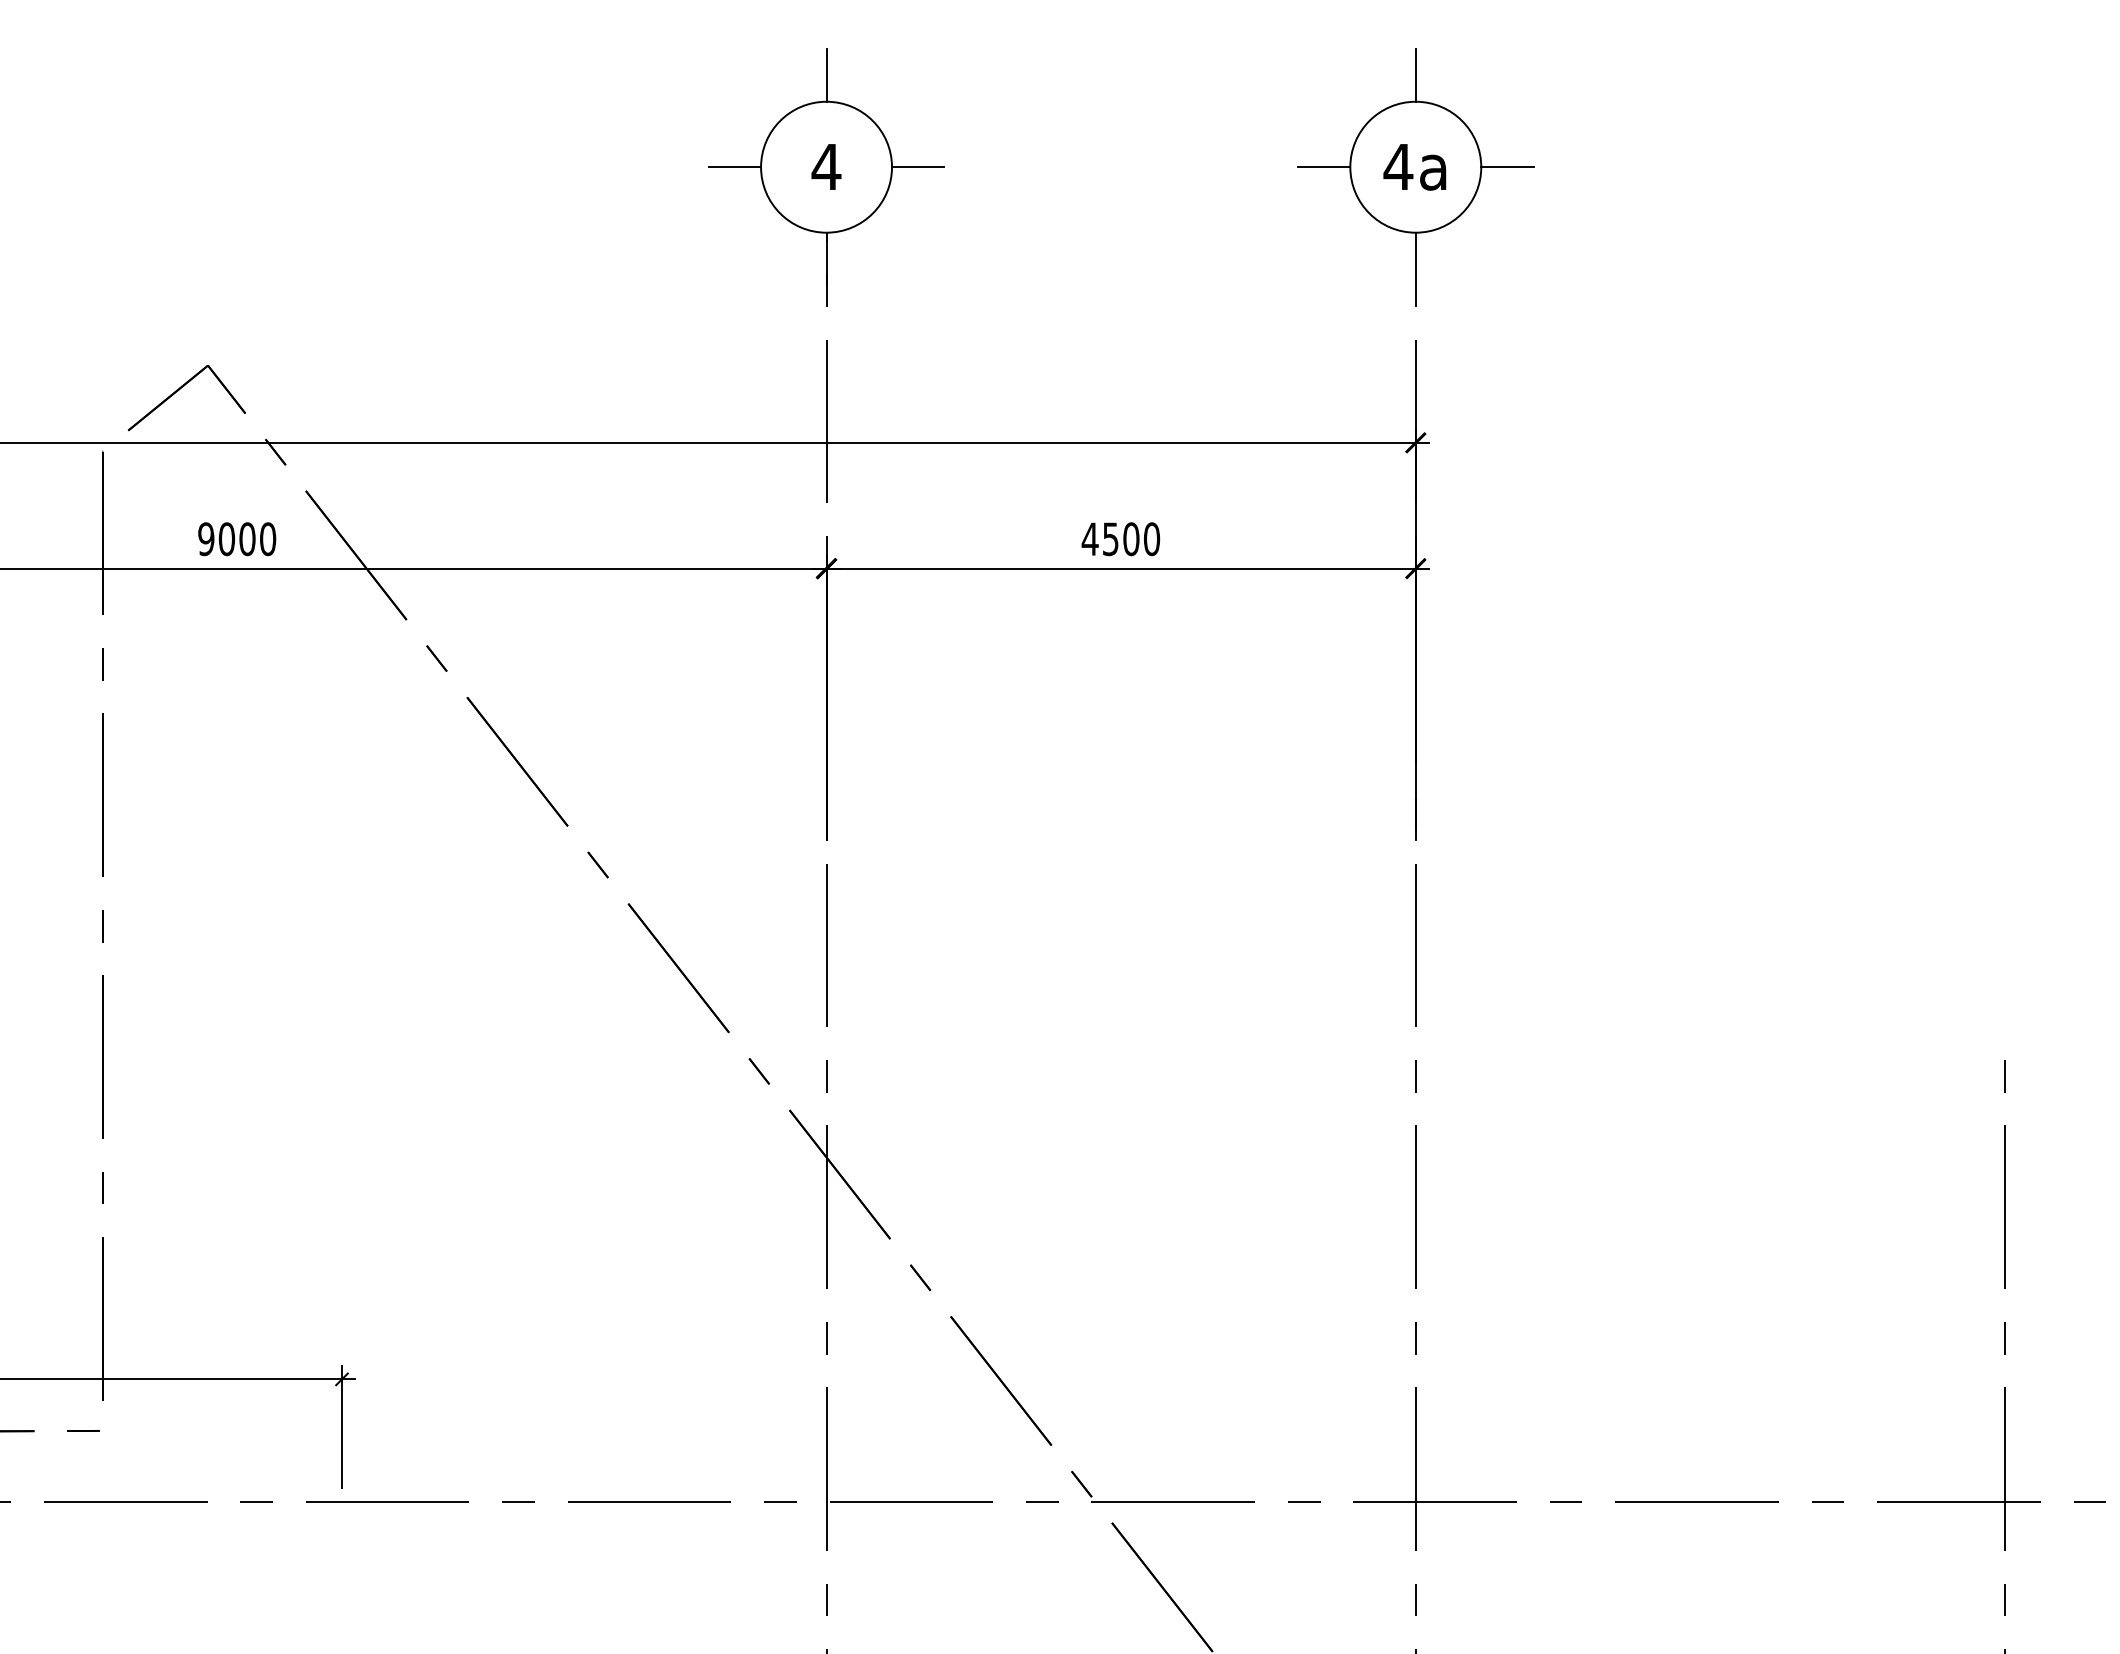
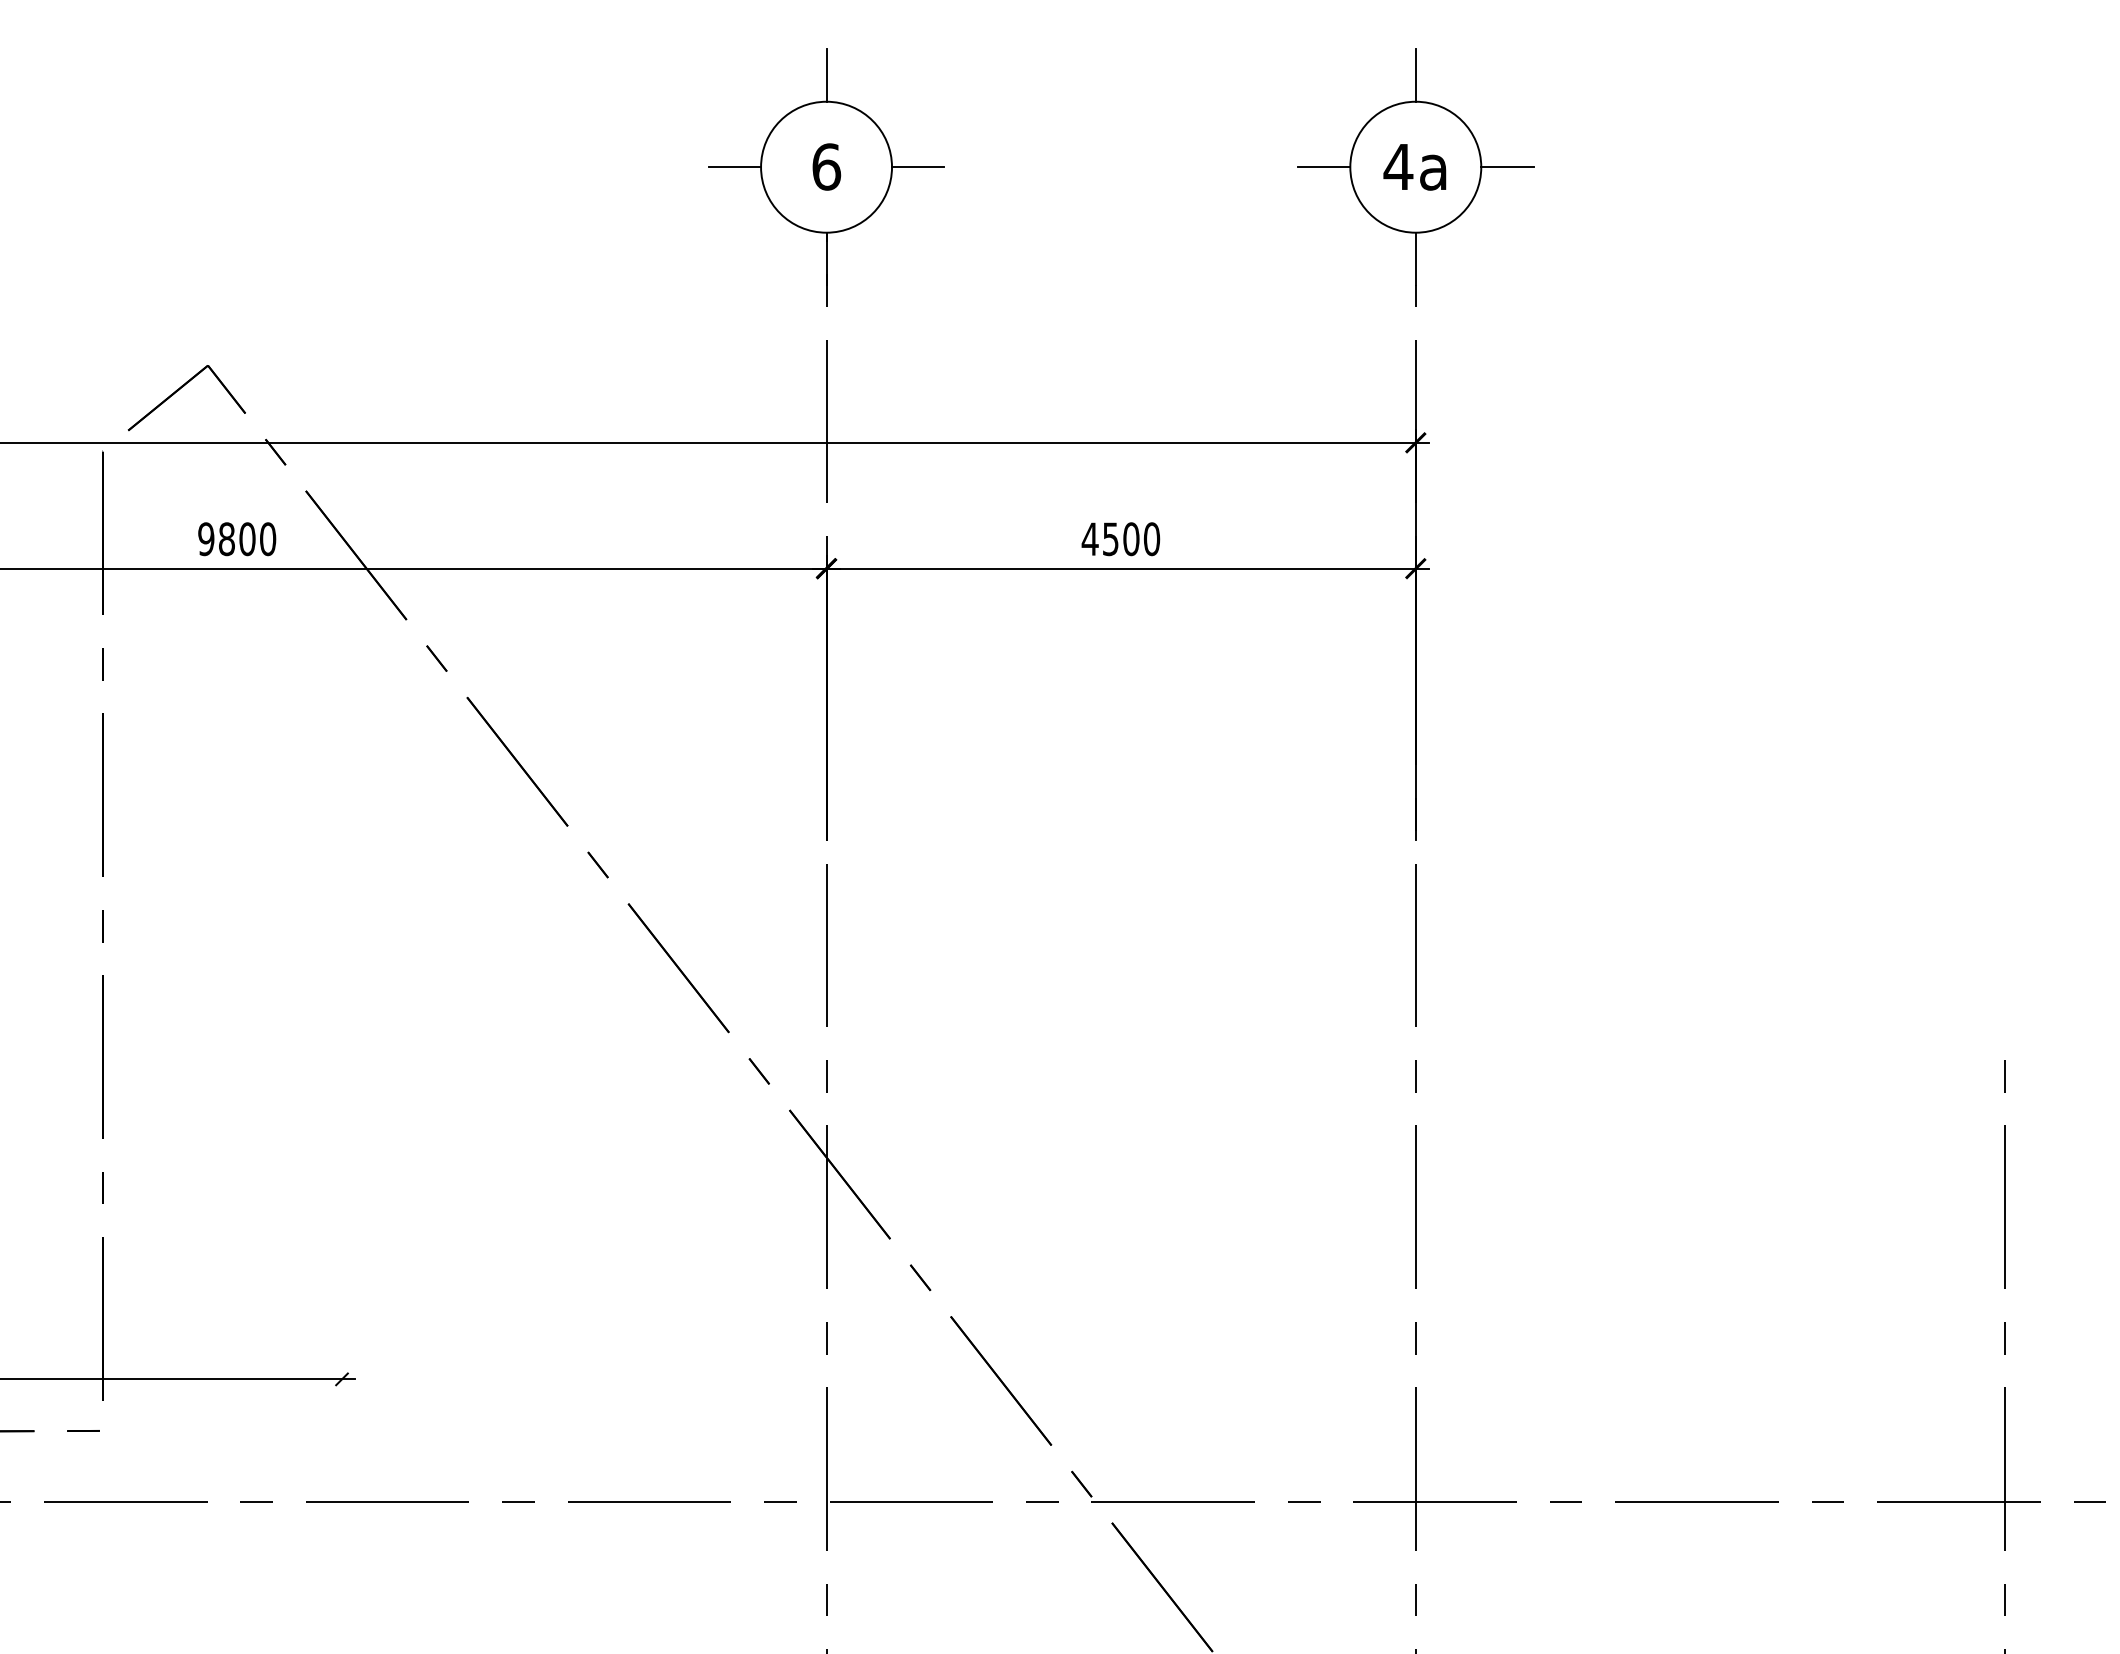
text at (826, 166): 4 -> 6
text at (226, 539): 9000 -> 9800
line at (342, 1427): present -> none
